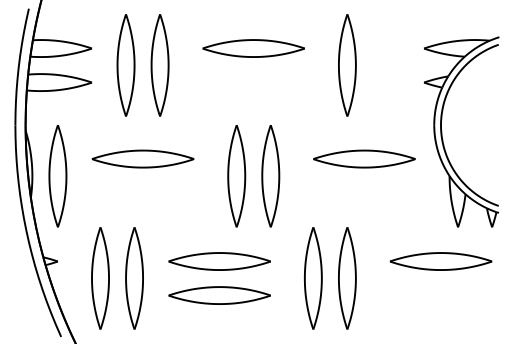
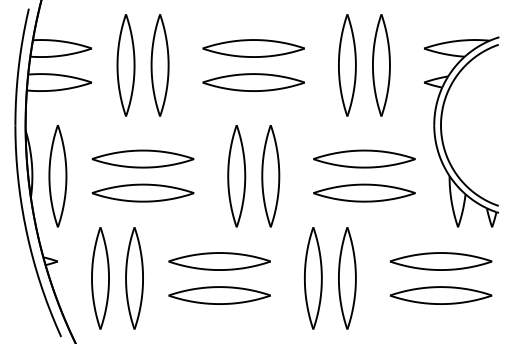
part at (381, 65): none -> present
part at (253, 82): none -> present
part at (142, 192): none -> present
part at (364, 192): none -> present
part at (440, 295): none -> present
